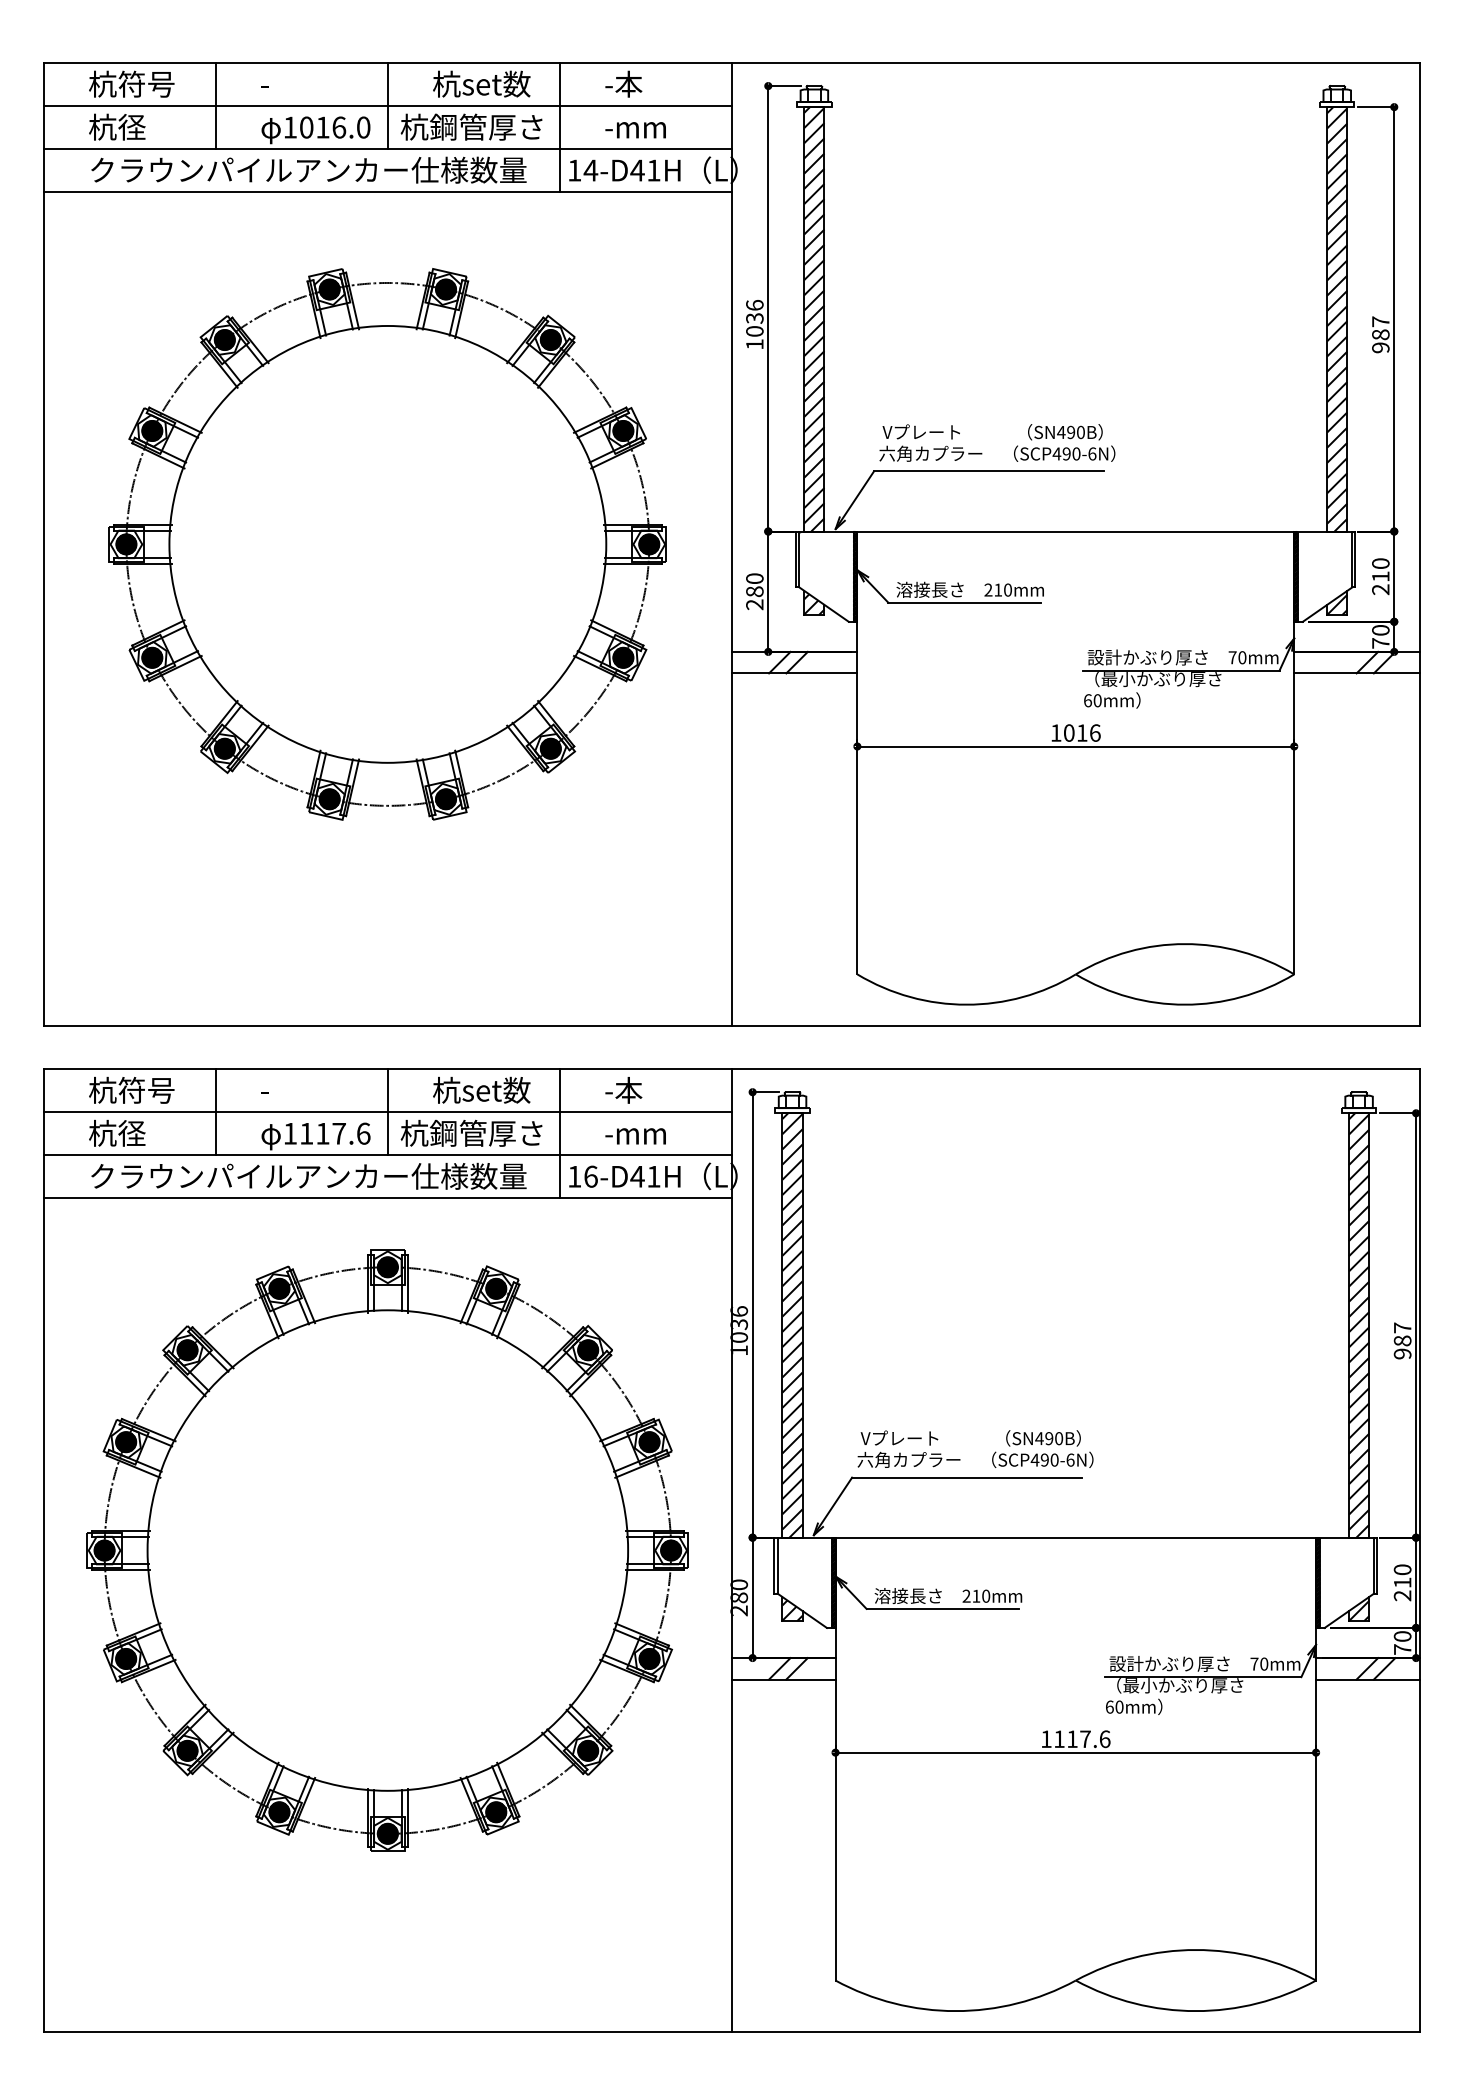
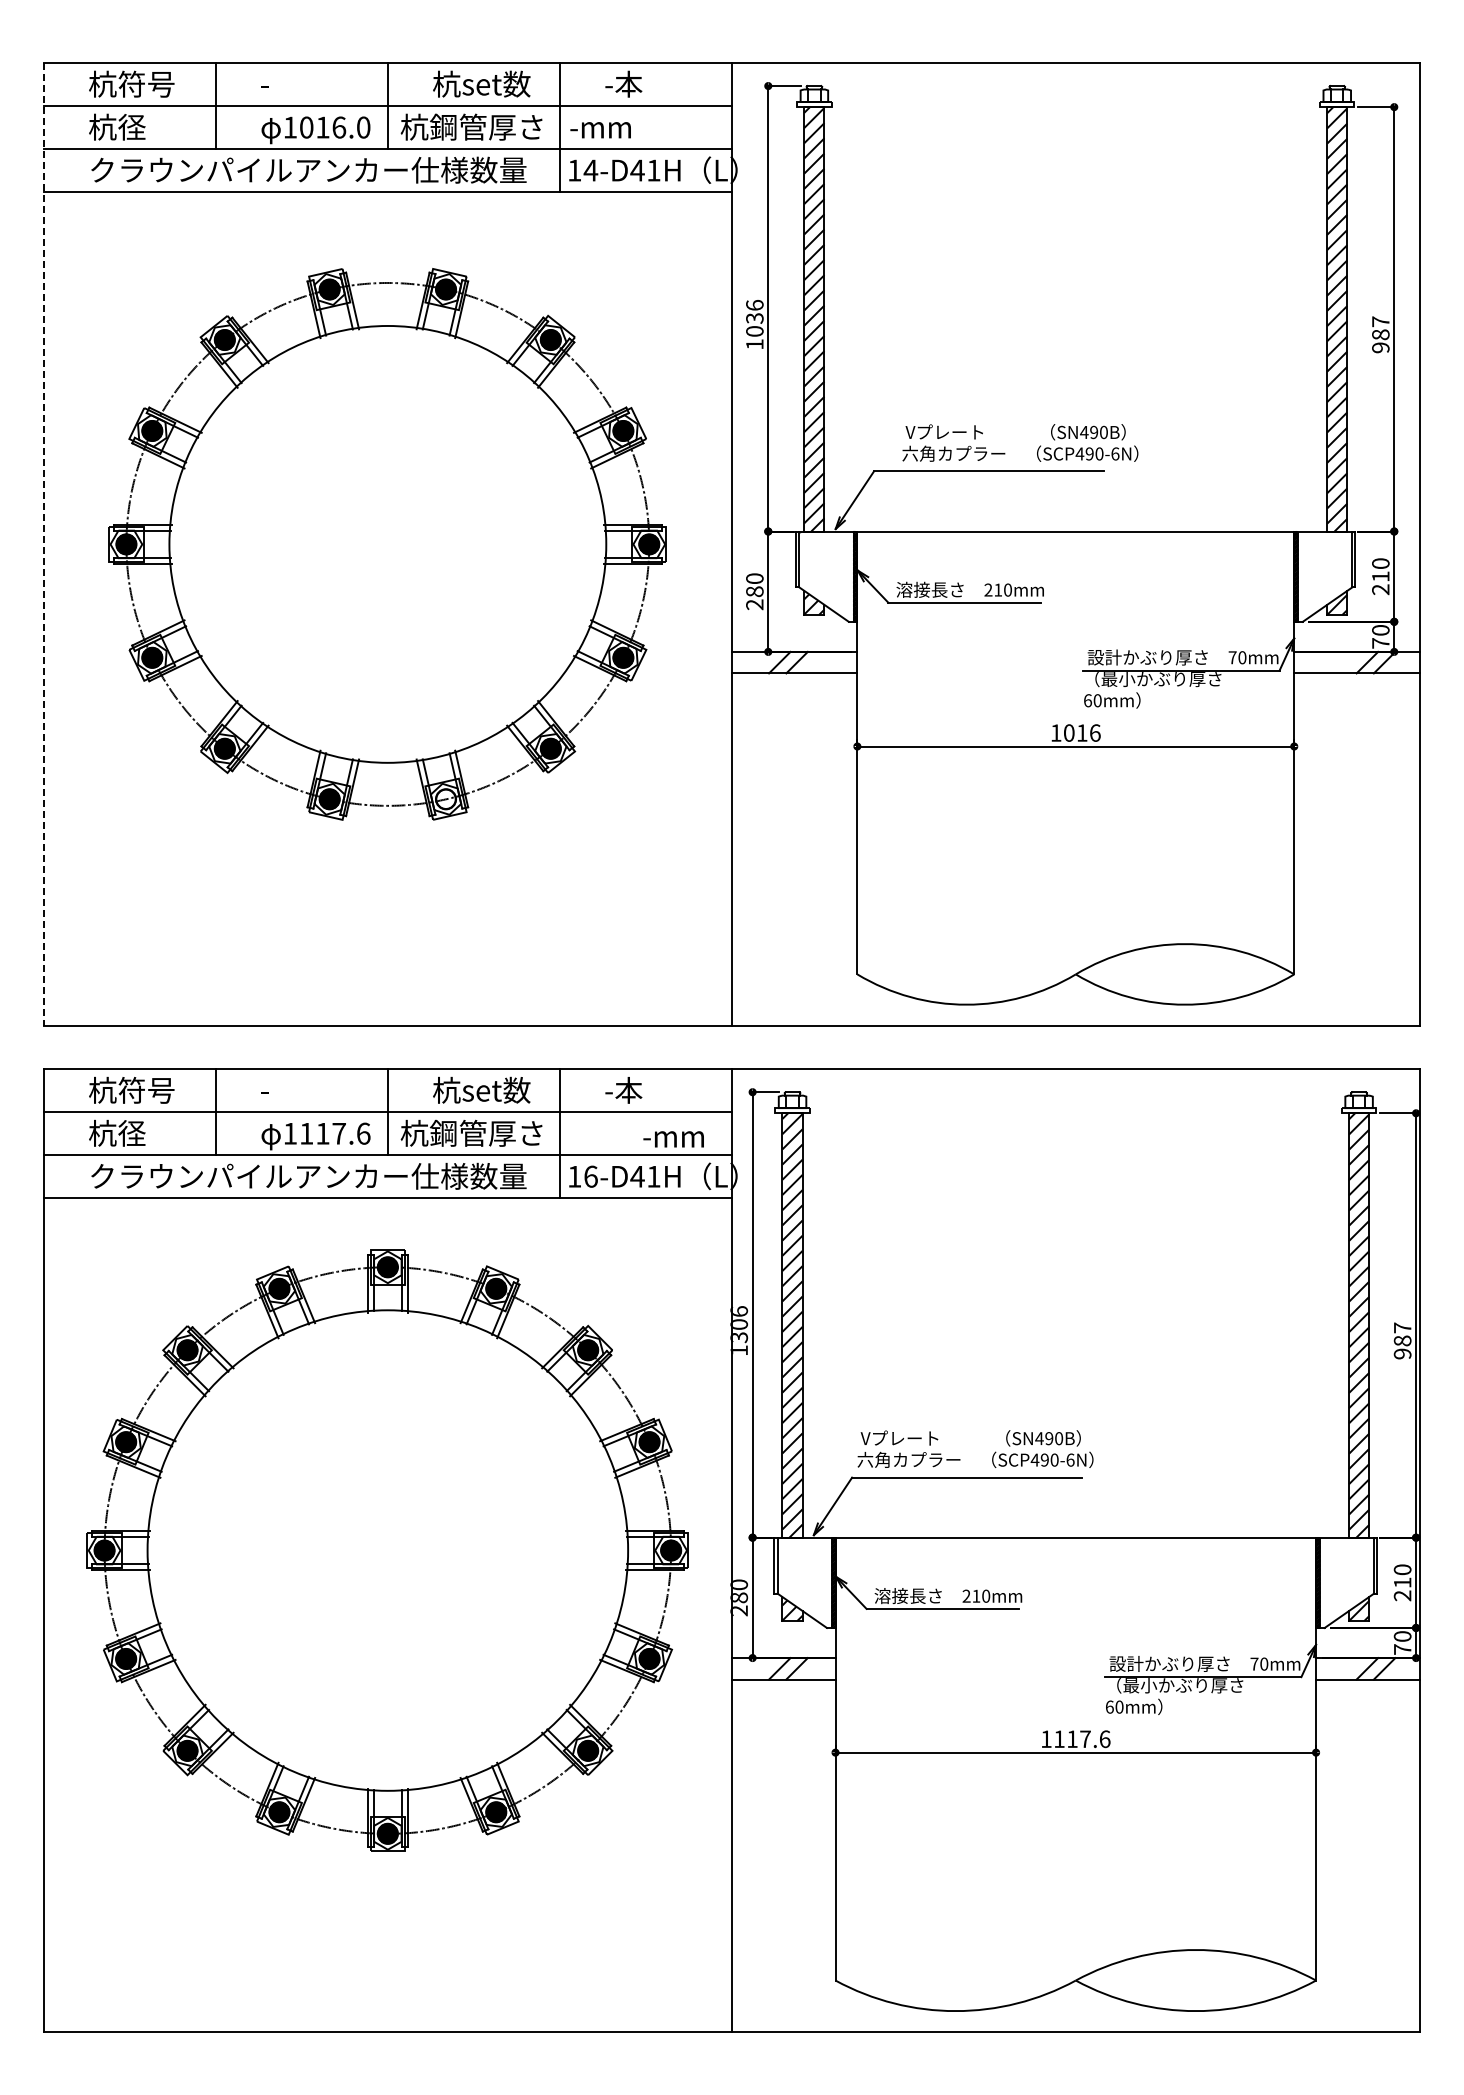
text at (635, 130) position: (635, 130) -> (600, 130)
text at (997, 442) position: (997, 442) -> (1020, 442)
line at (43, 544): solid -> dashed
fill at (445, 799): present -> none
text at (635, 1136) position: (635, 1136) -> (673, 1139)
text at (738, 1331): 1036 -> 1306
